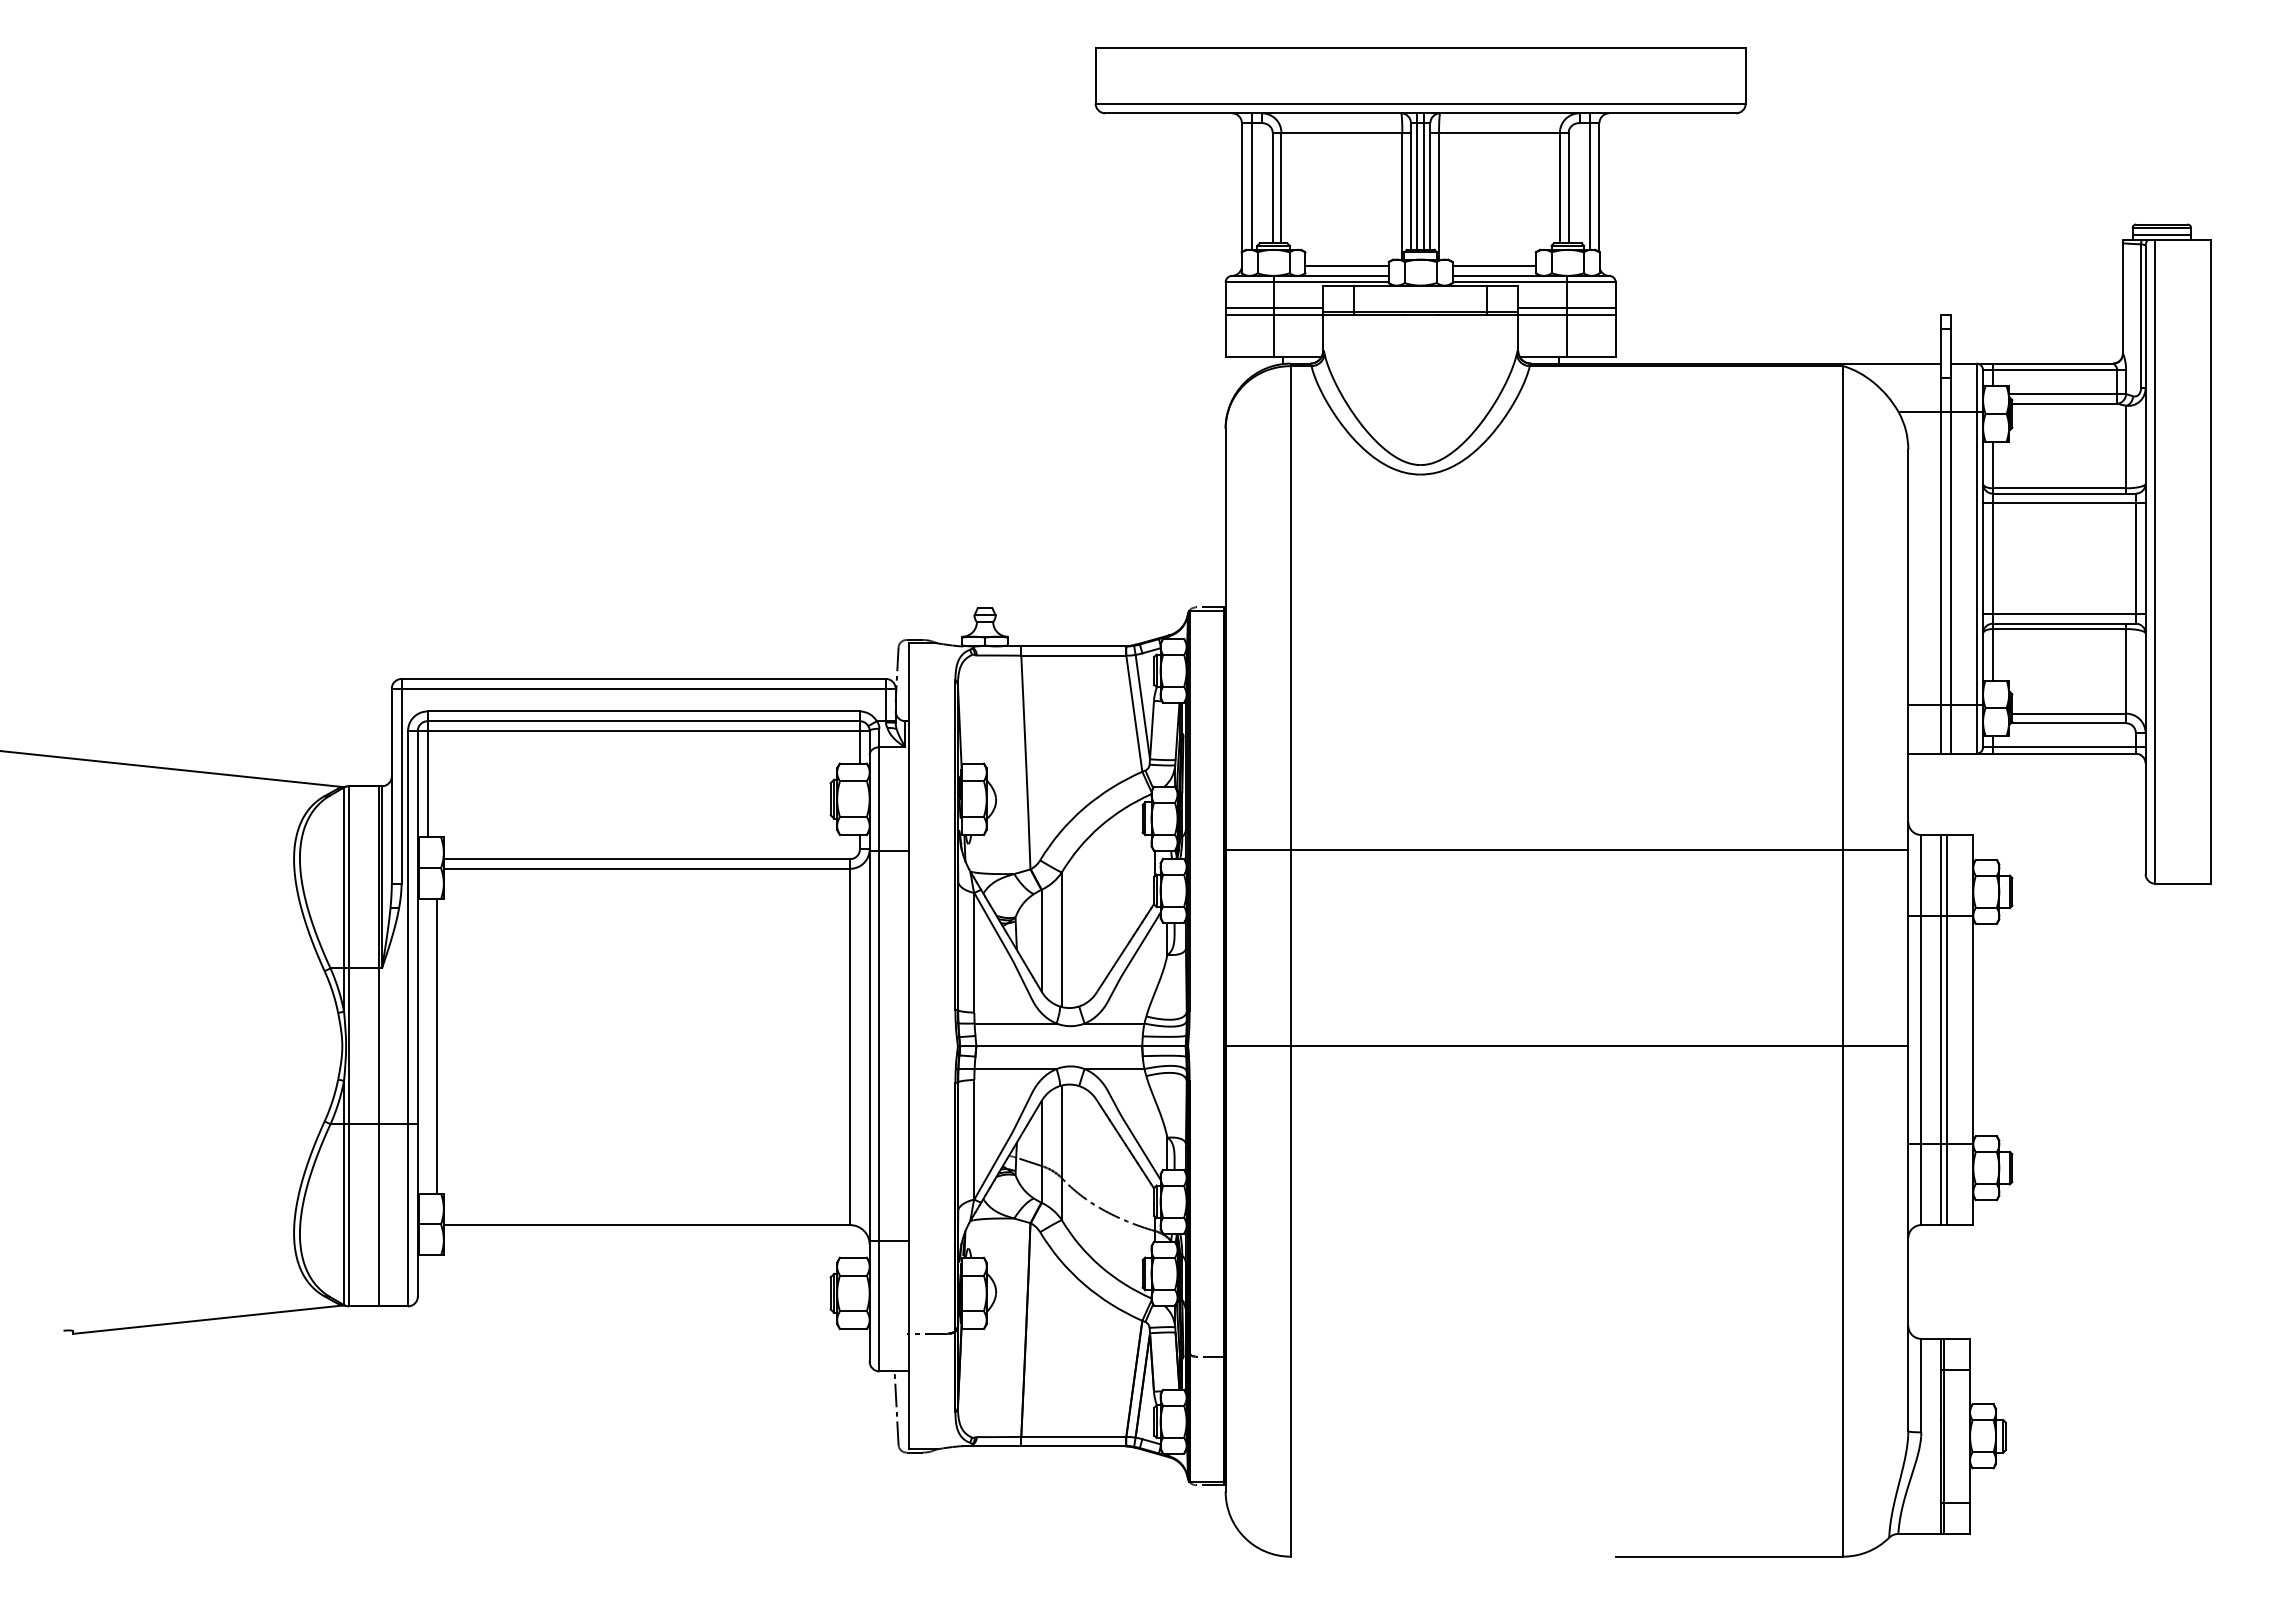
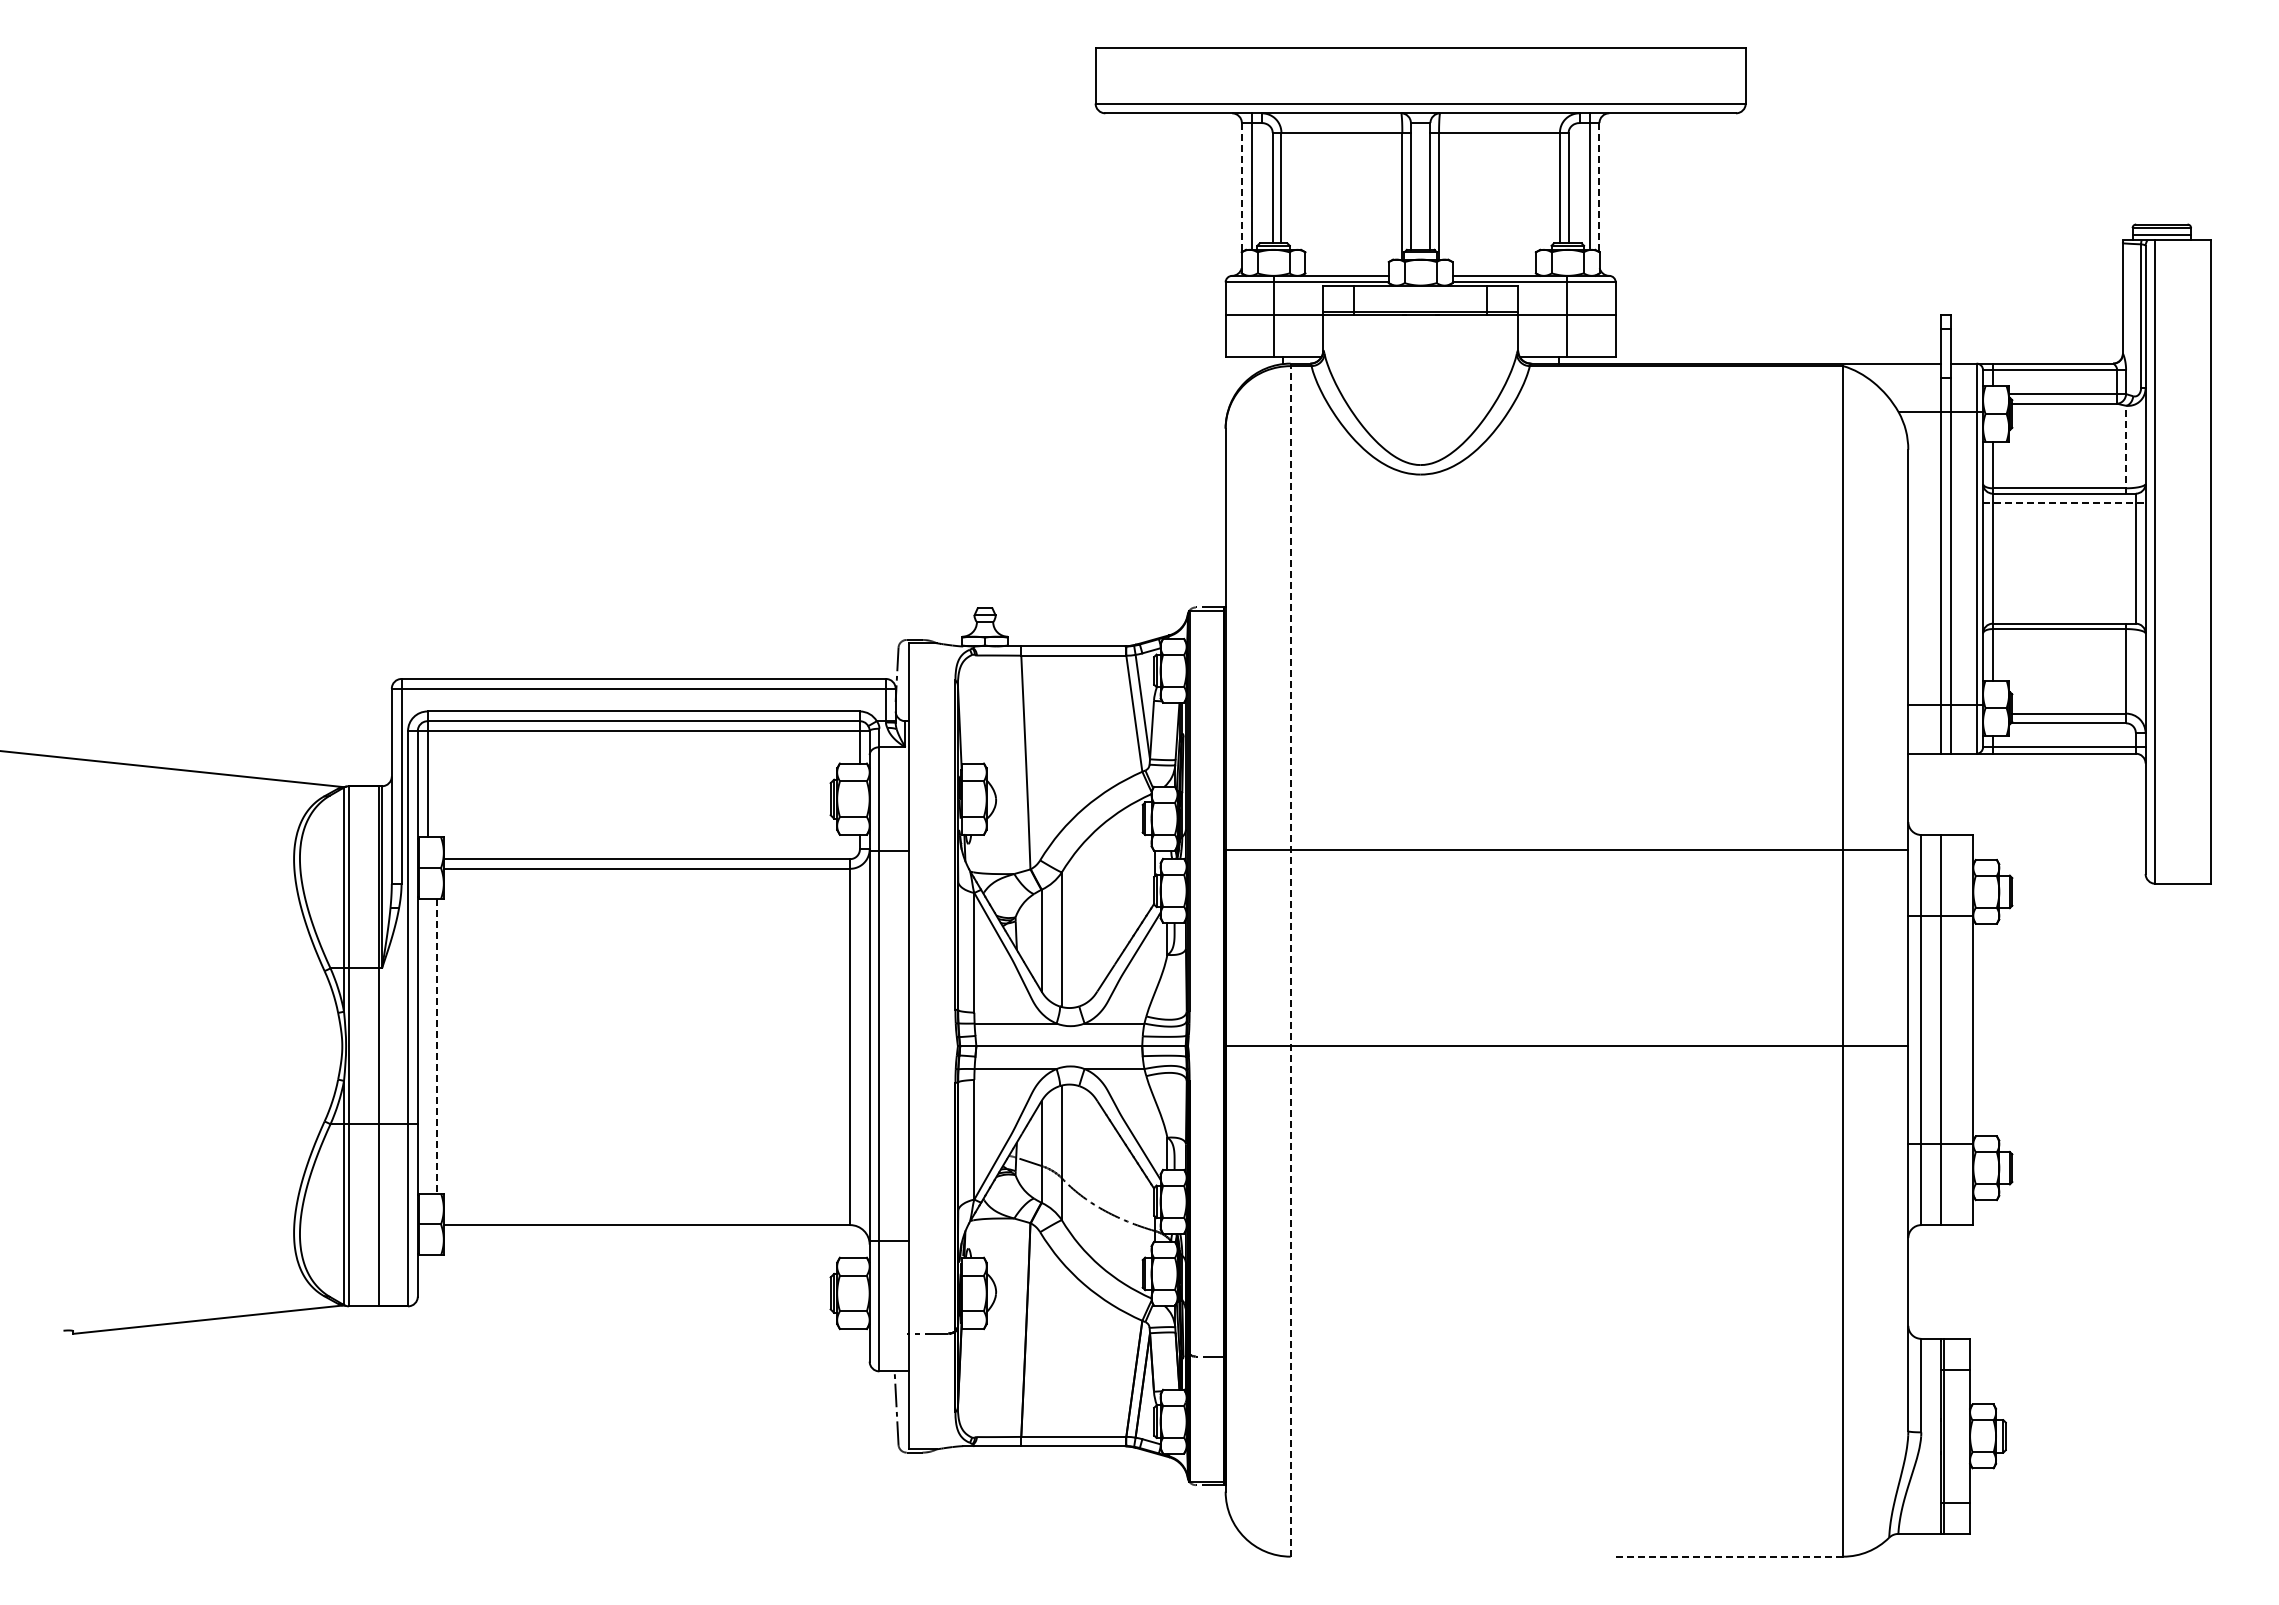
line at (1417, 181): present -> none
line at (1423, 181): present -> none
line at (1241, 187): solid -> dashed
line at (1599, 187): solid -> dashed
line at (1346, 266): present -> none
line at (1493, 266): present -> none
line at (1274, 308): present -> none
line at (1566, 308): present -> none
line at (2126, 449): solid -> dashed
line at (2064, 503): solid -> dashed
line at (2064, 613): present -> none
line at (1290, 960): solid -> dashed
line at (1947, 1030): present -> none
line at (437, 1046): solid -> dashed
line at (1729, 1556): solid -> dashed
